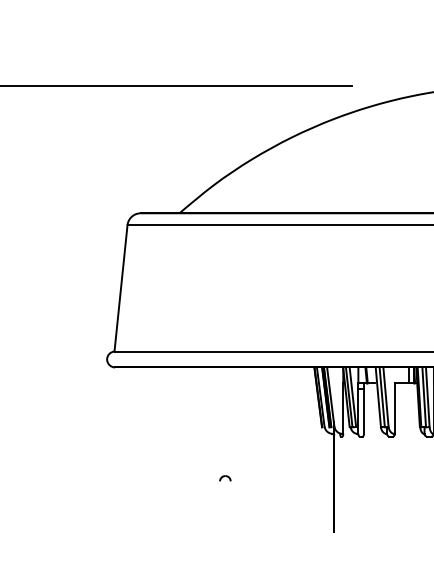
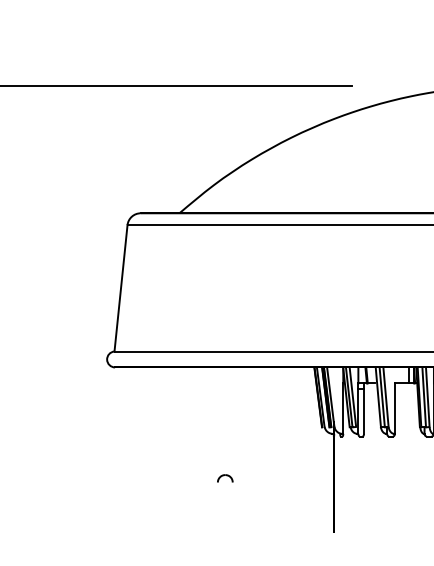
part at (225, 478) size: 13x7 px -> 17x9 px
